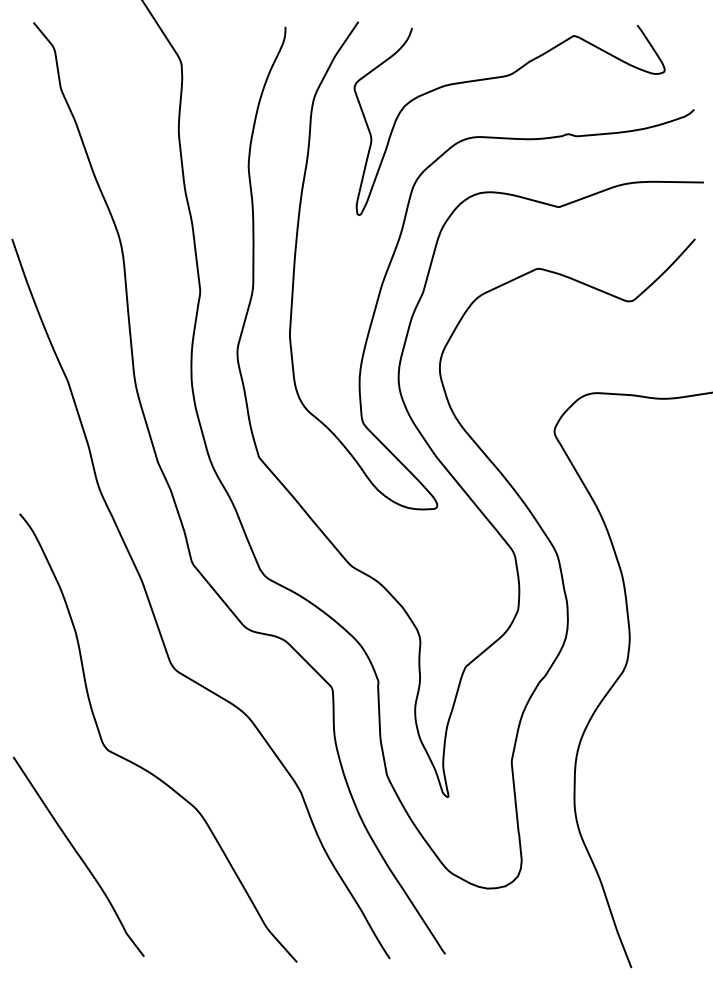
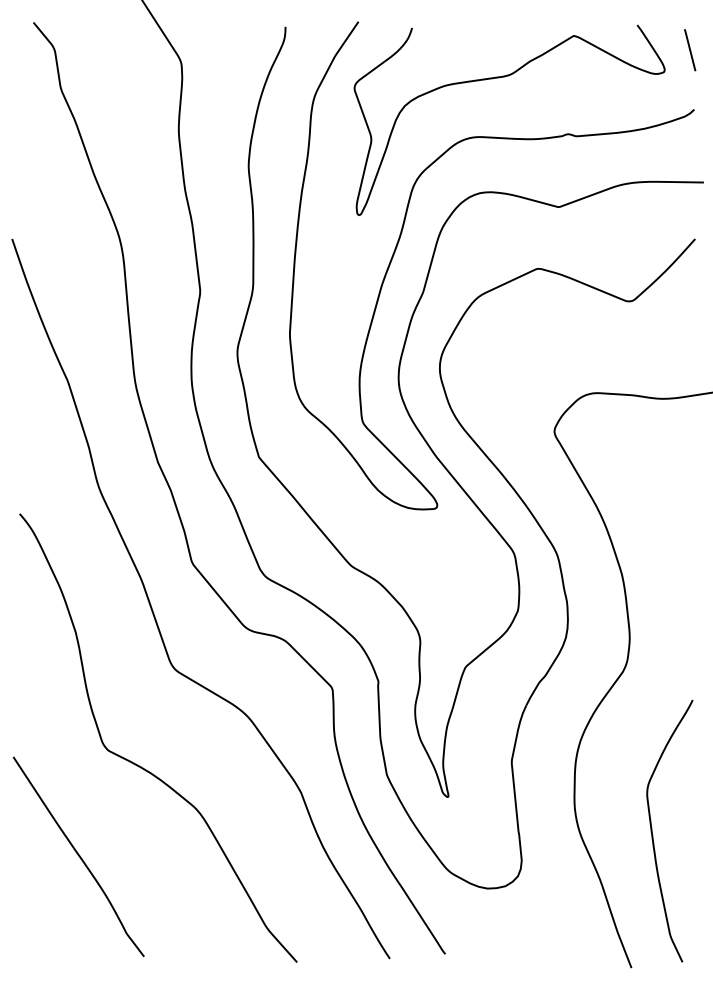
line at (690, 50): none -> present
curve at (653, 835): none -> present
